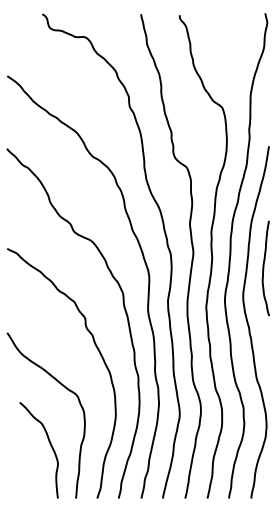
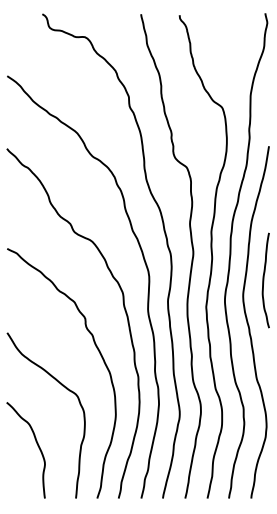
curve at (264, 268) position: (264, 268) -> (264, 280)
curve at (50, 446) position: (50, 446) -> (37, 446)
